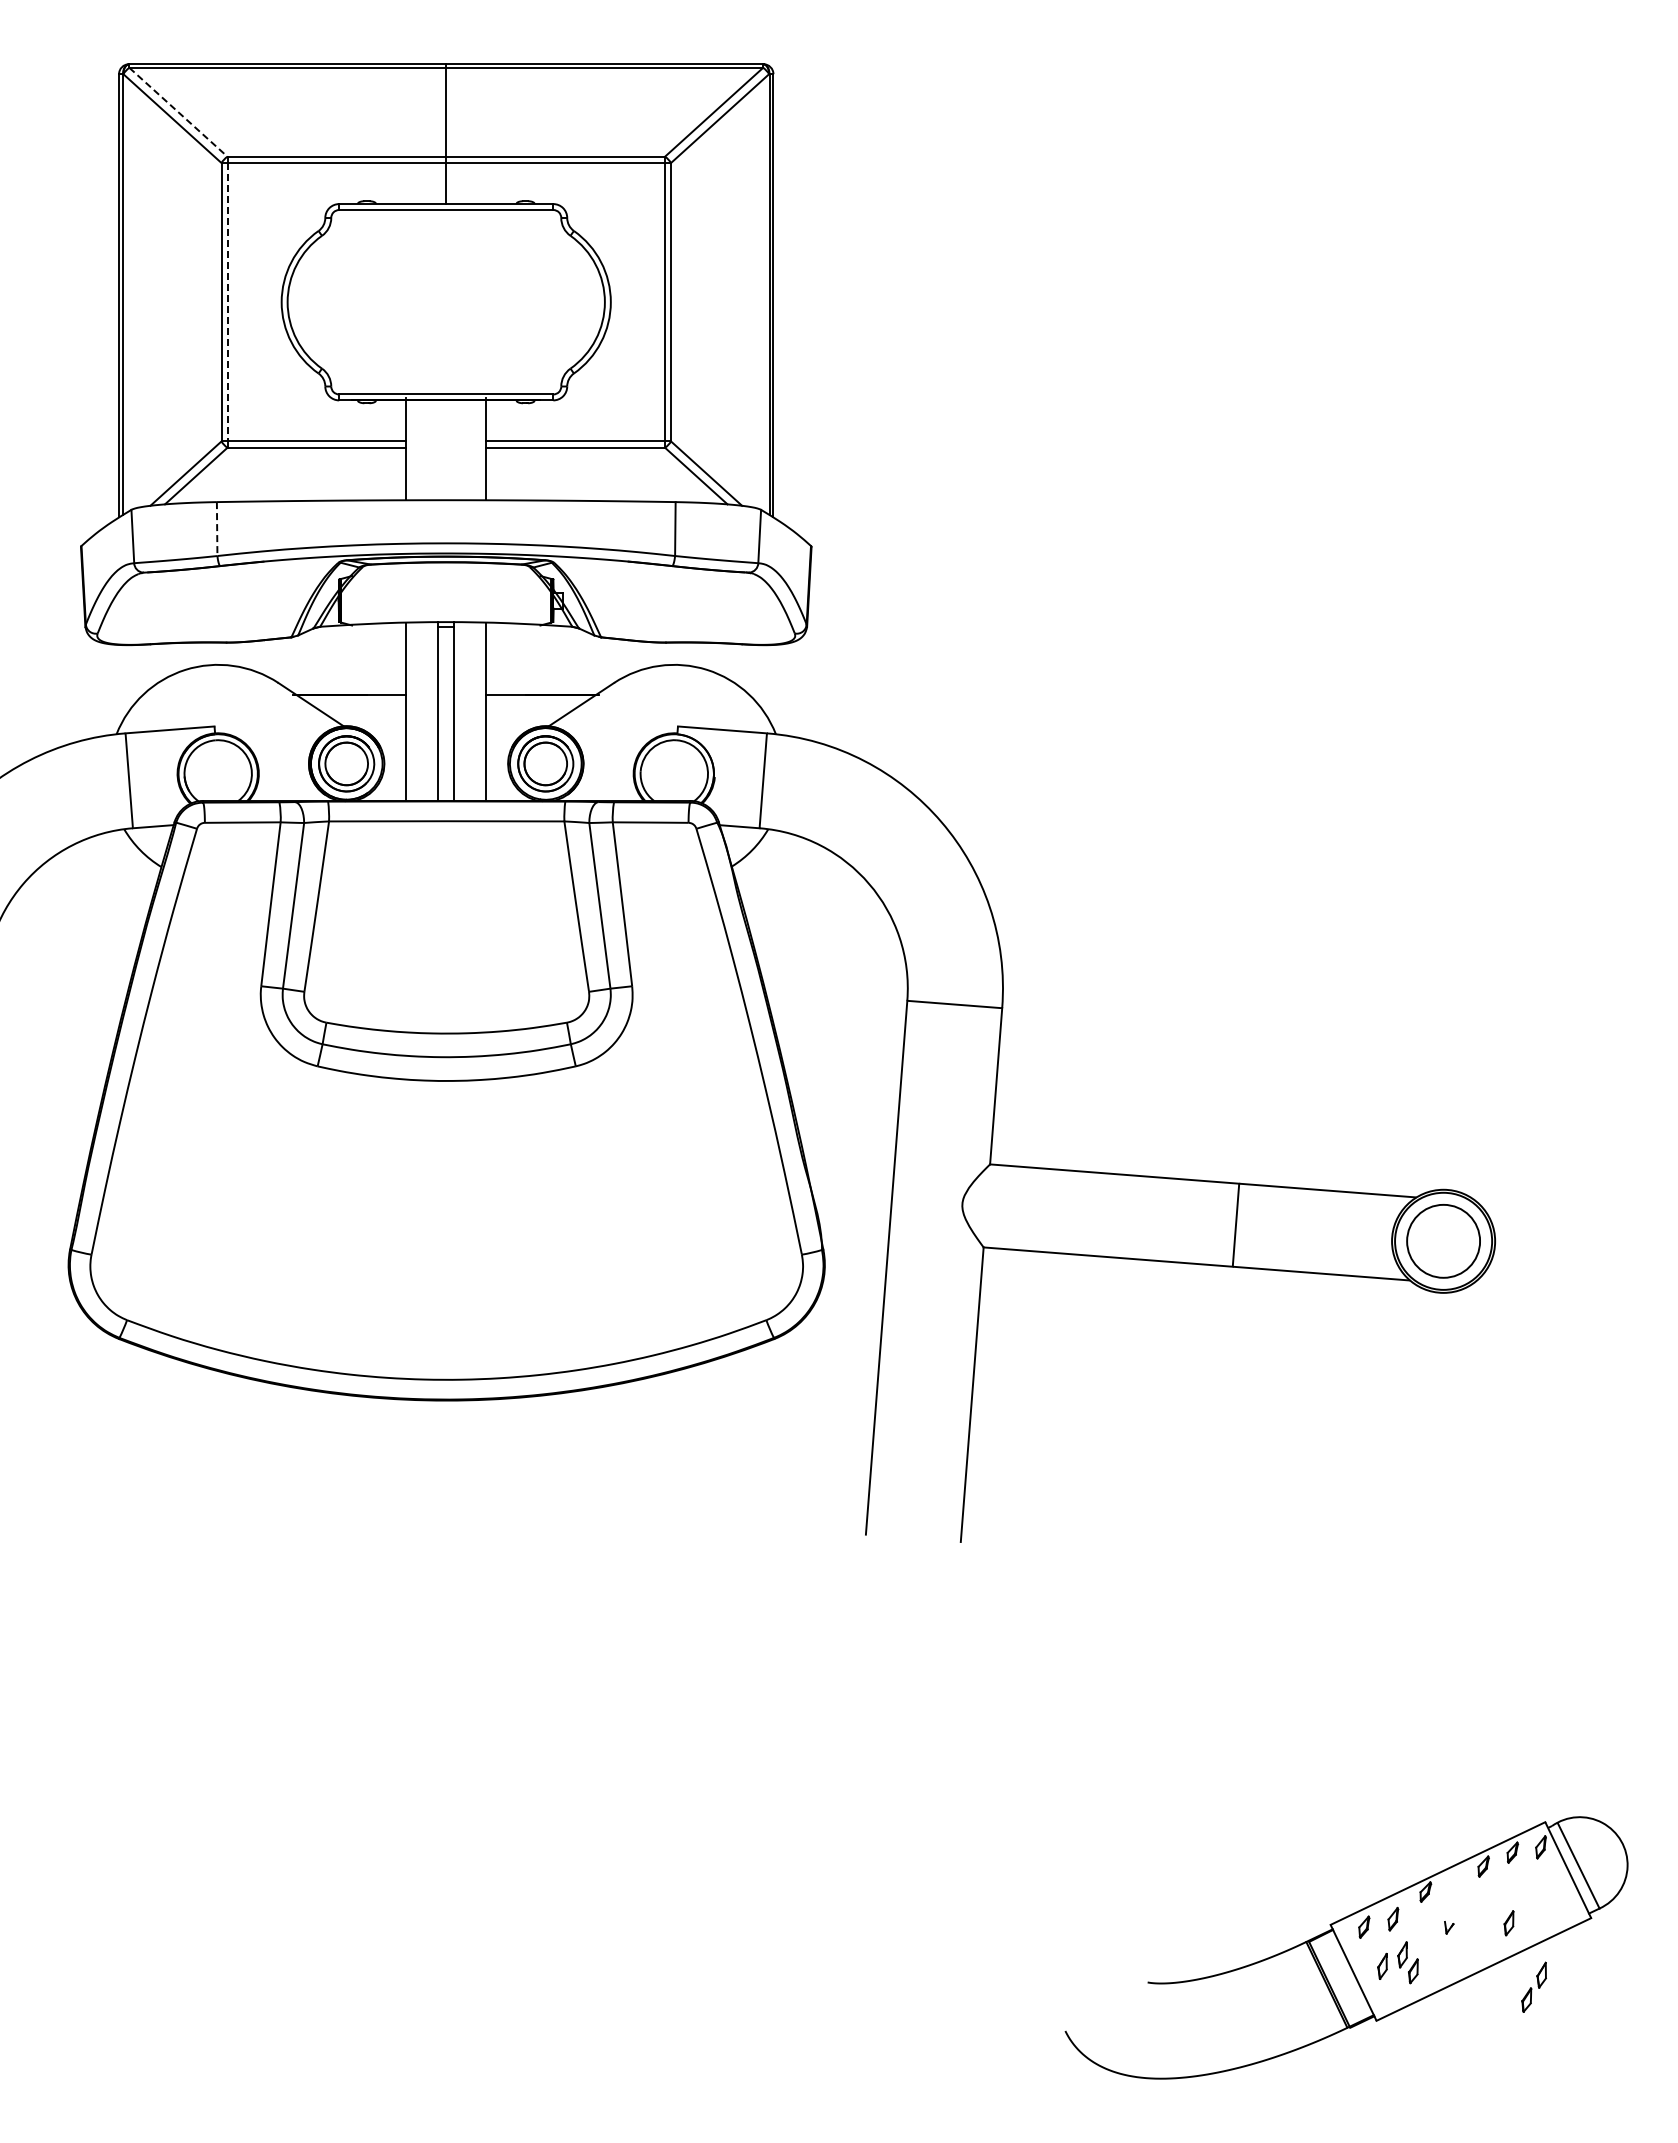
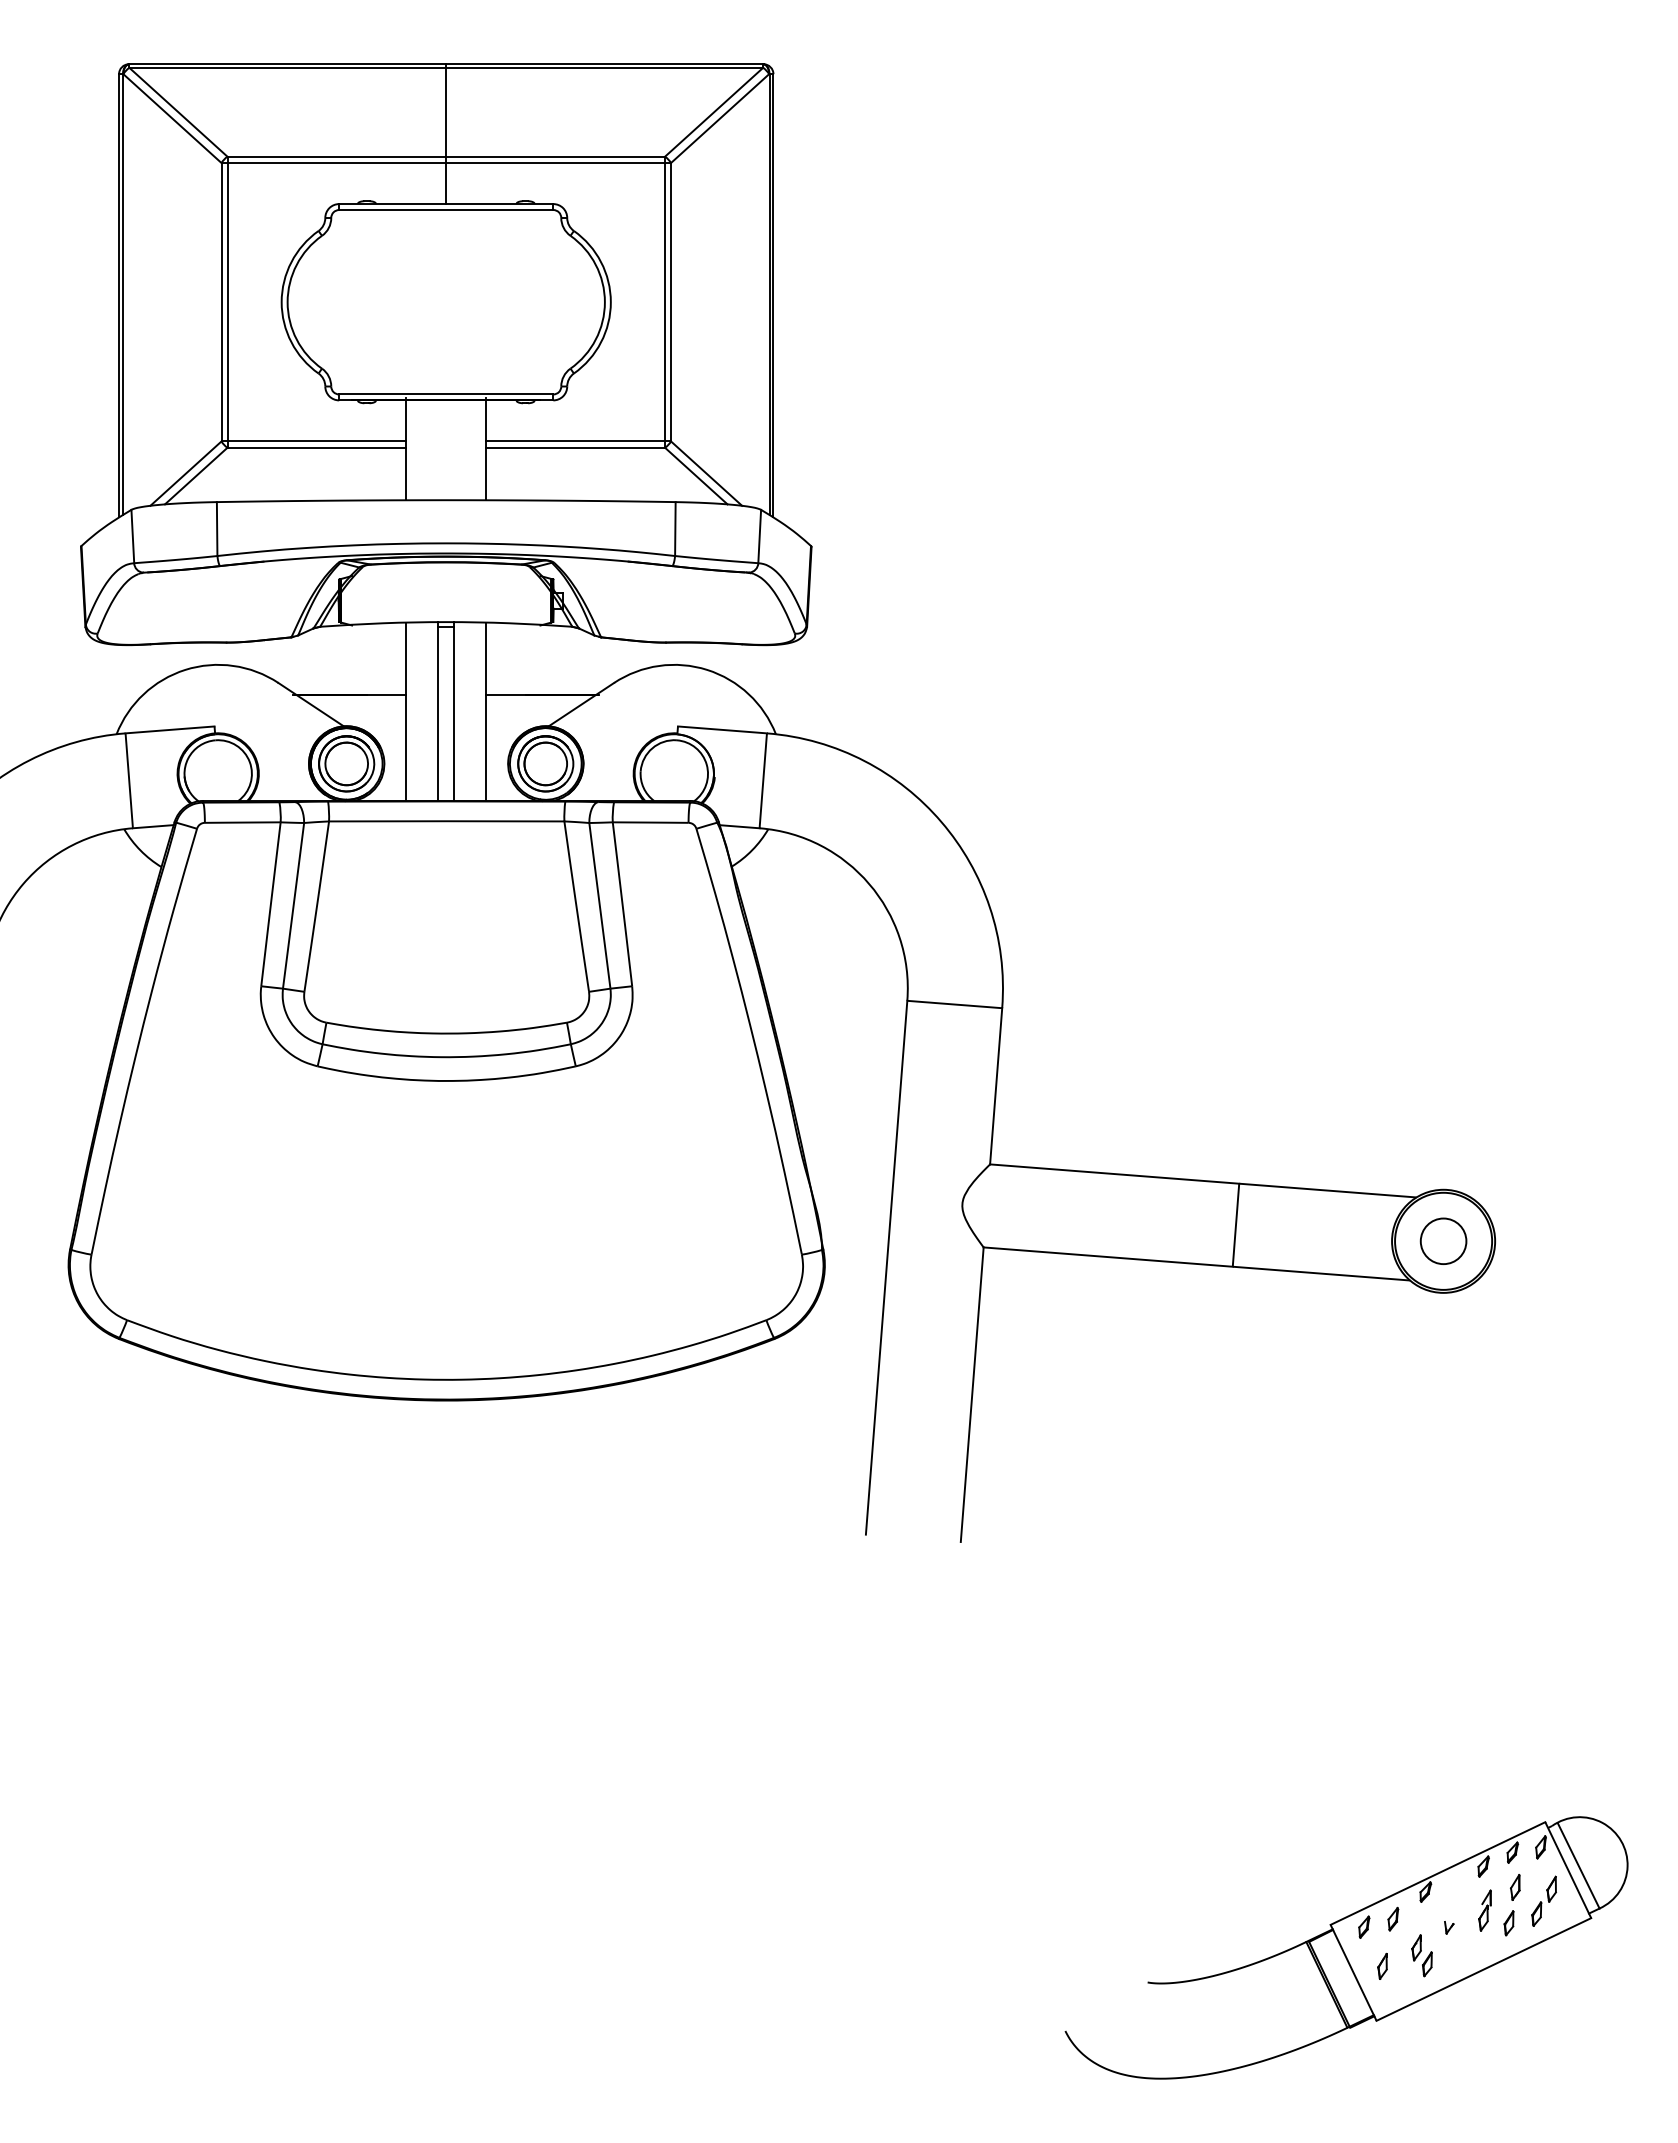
line at (178, 112): dashed -> solid
line at (227, 302): dashed -> solid
line at (217, 529): dashed -> solid
circle at (1443, 1240) diameter: 73 px -> 46 px
part at (1515, 1887): none -> present
part at (1484, 1910): none -> present
part at (1407, 1962) position: (1407, 1962) -> (1421, 1955)
part at (1533, 1986) position: (1533, 1986) -> (1543, 1900)
